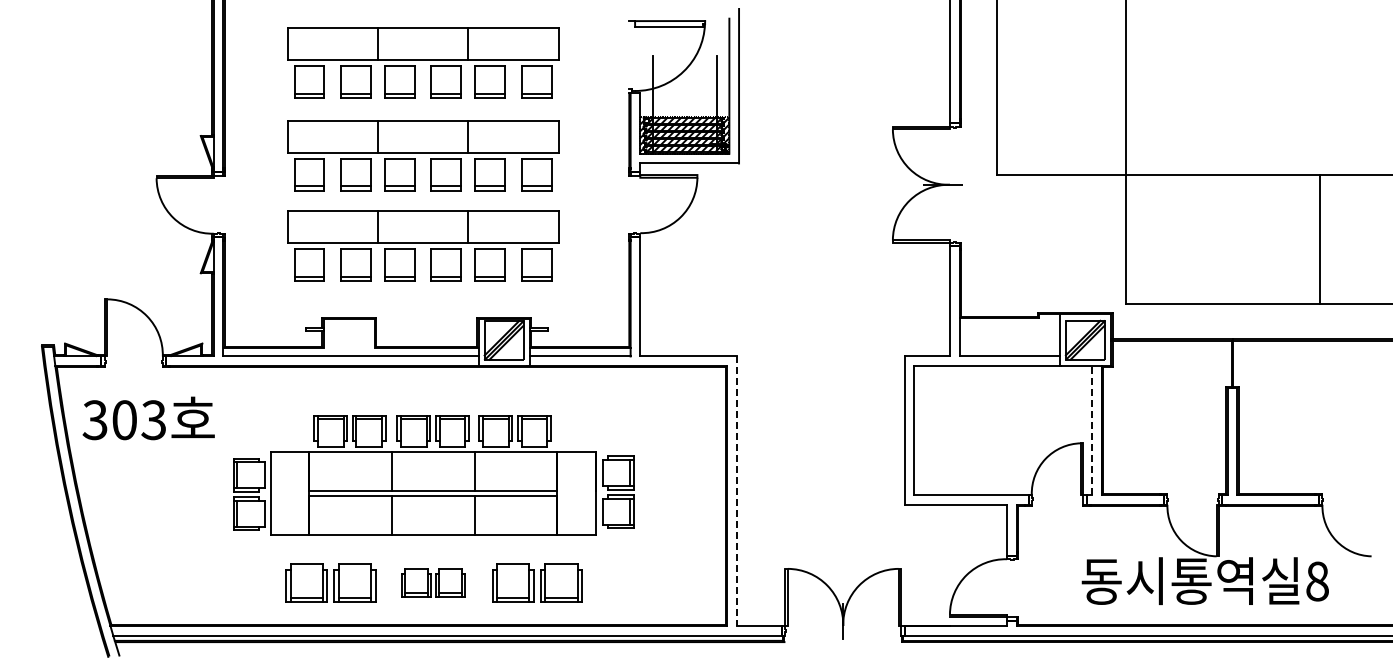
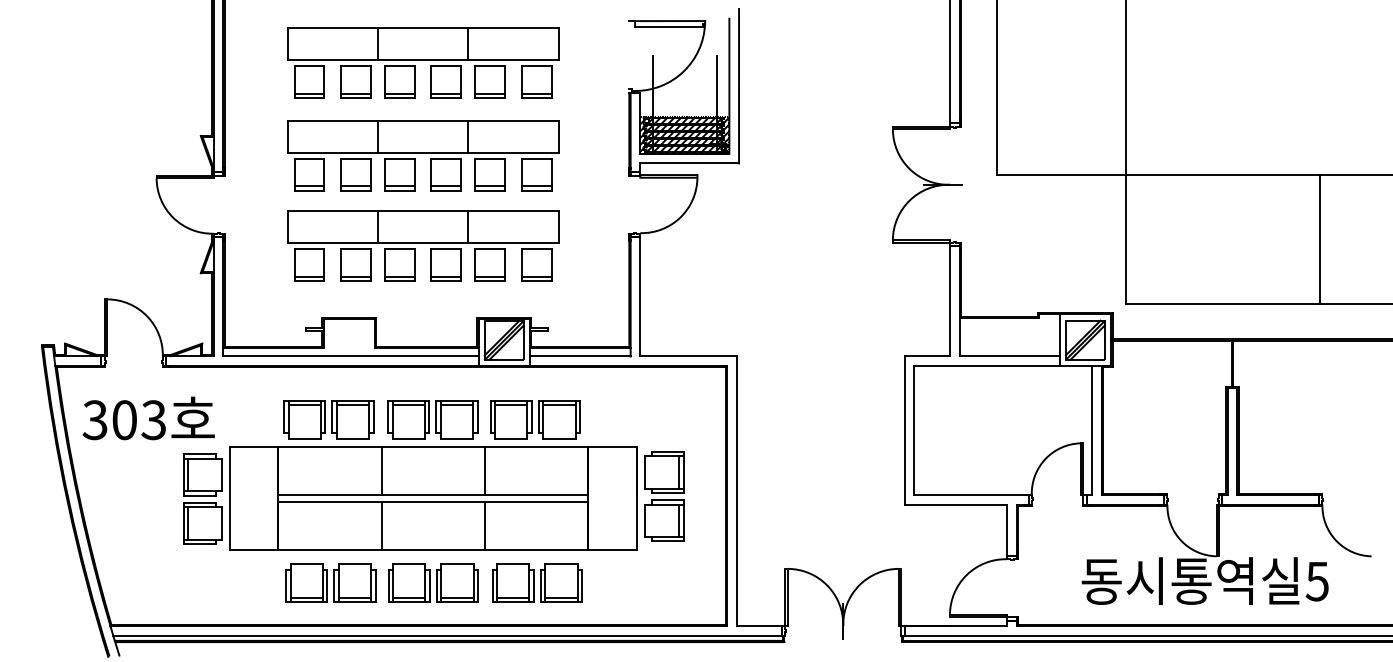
line at (1092, 429): dashed -> solid
part at (433, 475) size: 402x121 px -> 502x151 px
line at (736, 491): dashed -> solid
text at (1316, 581): 8 -> 5
part at (433, 582) size: 65x30 px -> 91x40 px
